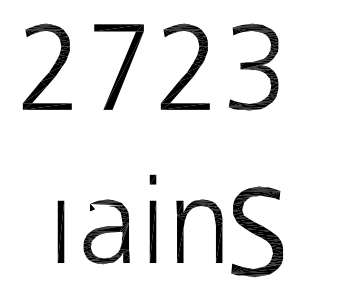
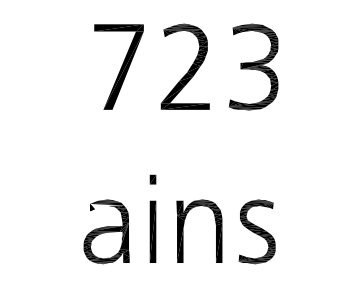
part at (46, 66): present -> none
part at (60, 231): present -> none
part at (256, 231) size: 52x92 px -> 38x66 px
